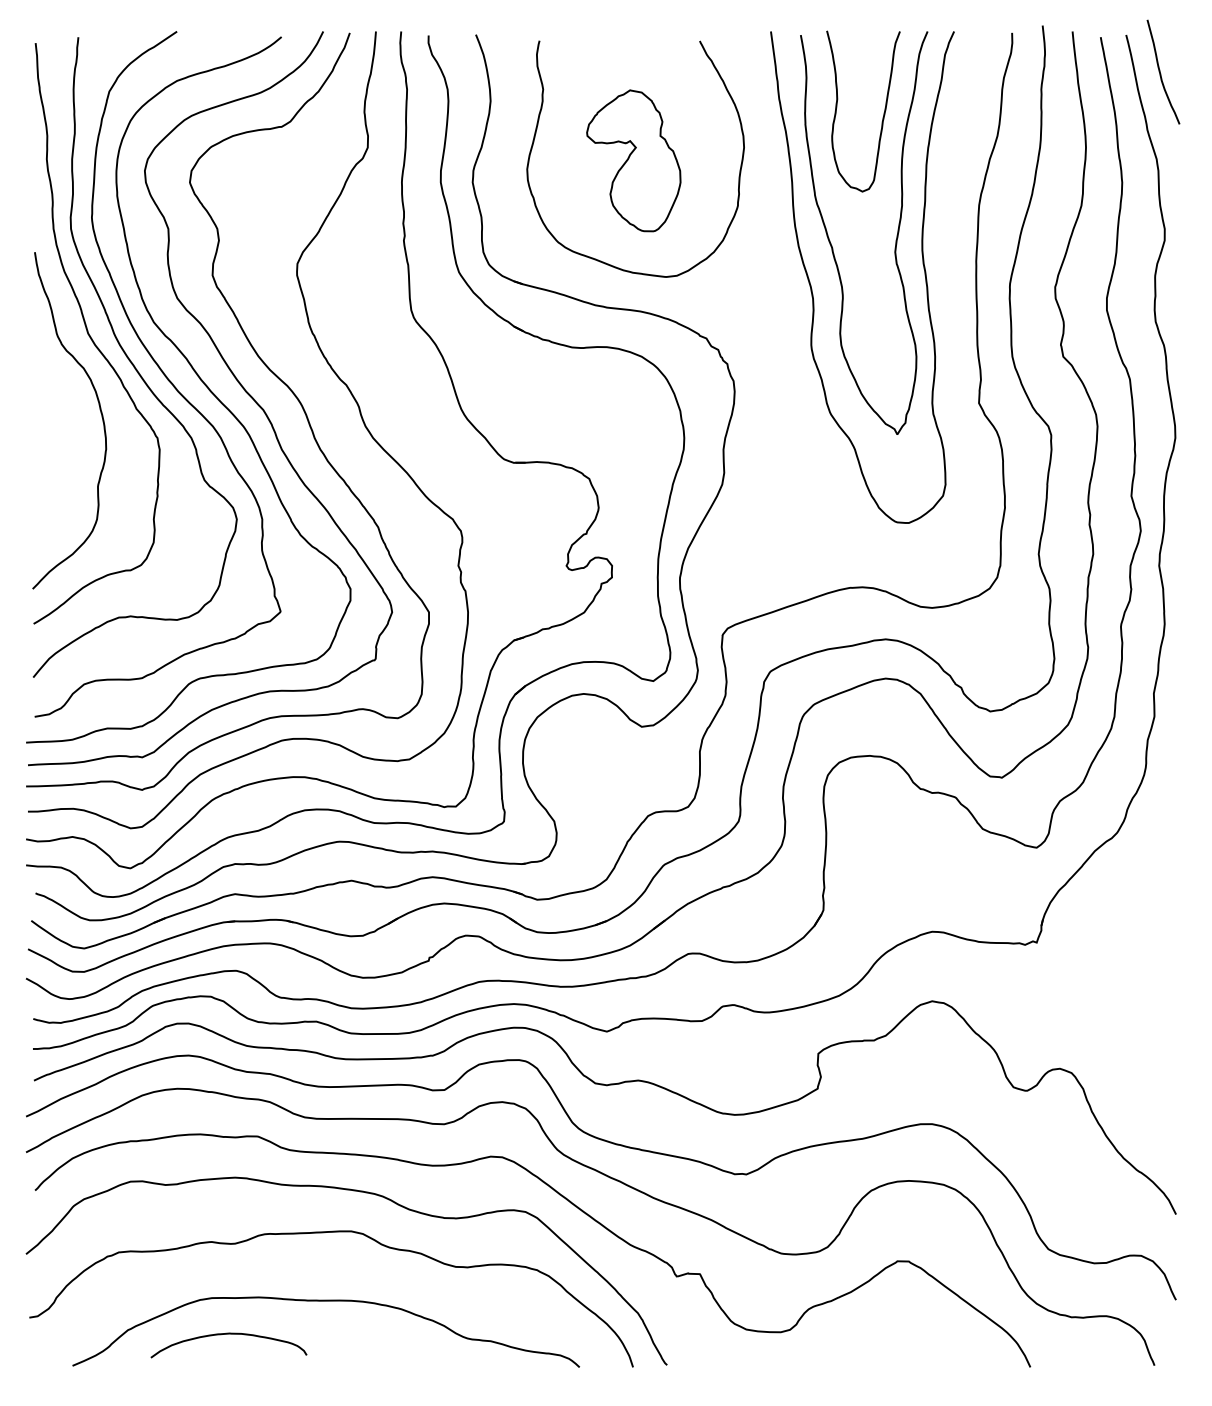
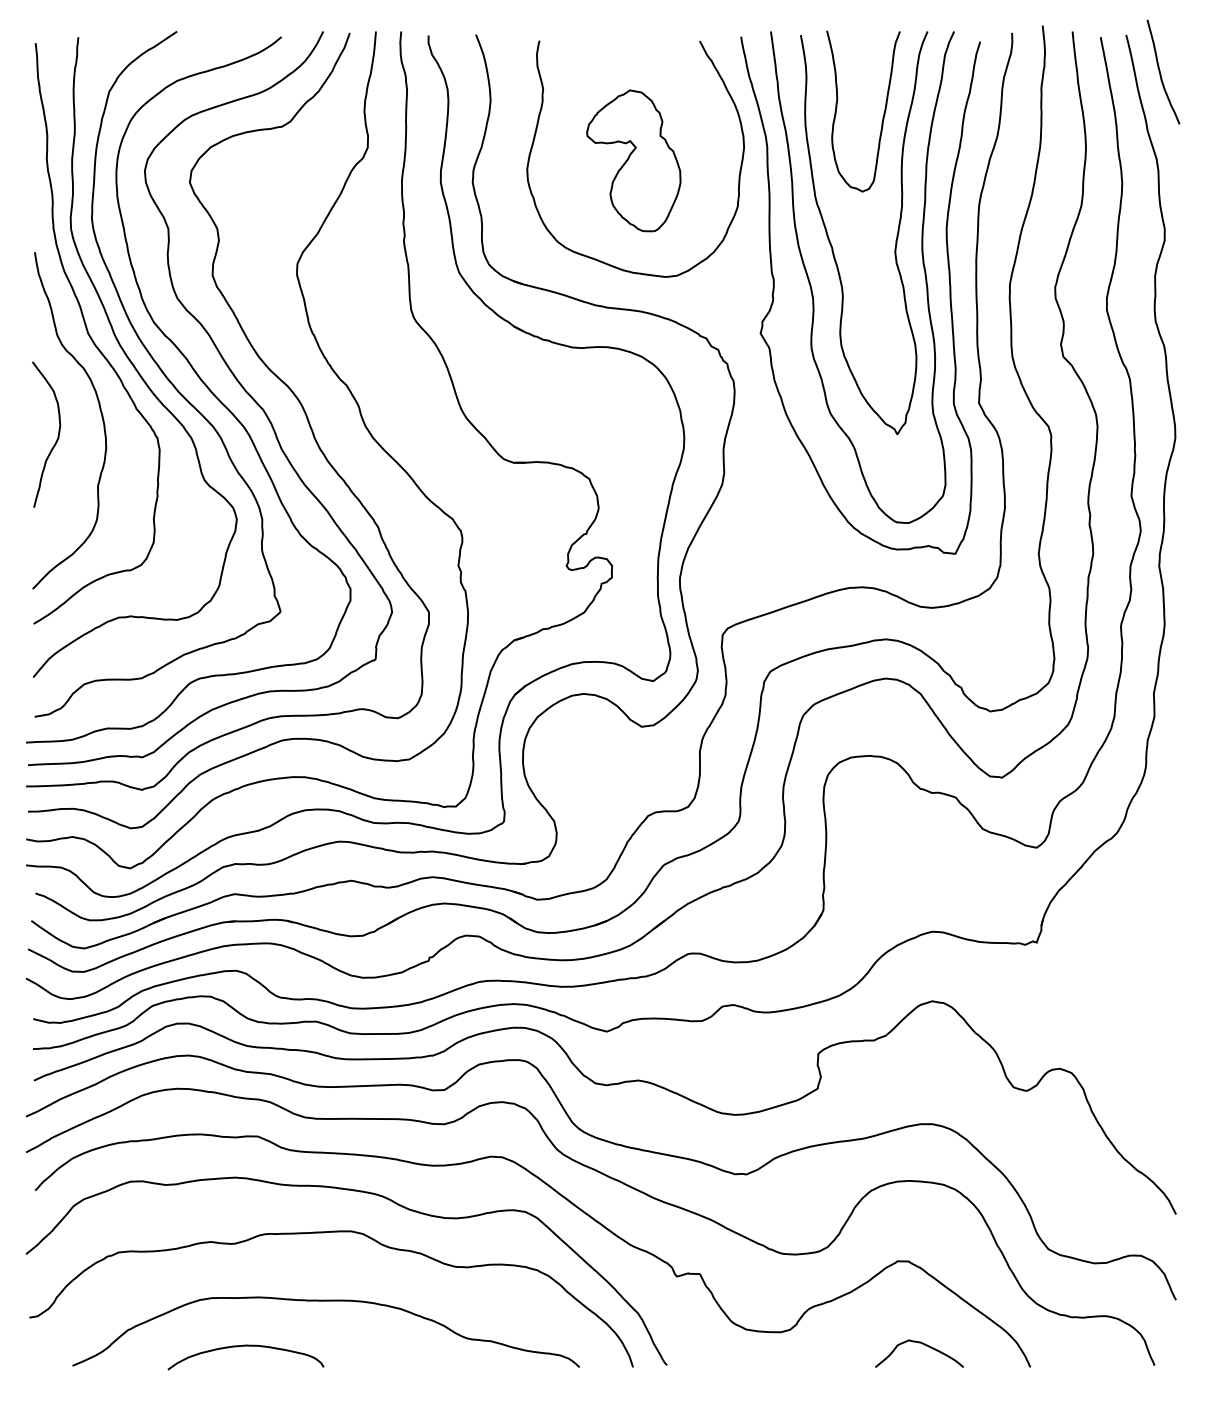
curve at (774, 298): none -> present
curve at (57, 435): none -> present
curve at (228, 1334) position: (228, 1334) -> (245, 1346)
curve at (924, 1345): none -> present
